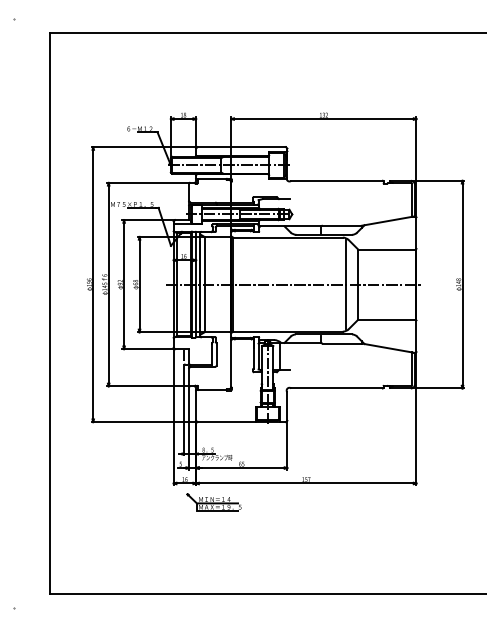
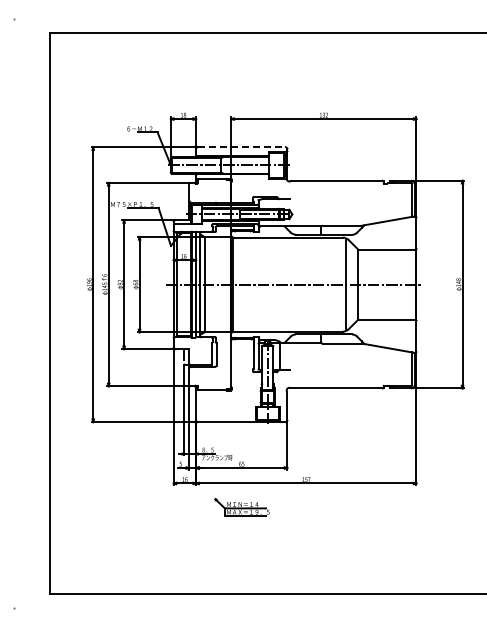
line at (242, 147): solid -> dashed
part at (213, 502) position: (213, 502) -> (241, 507)
